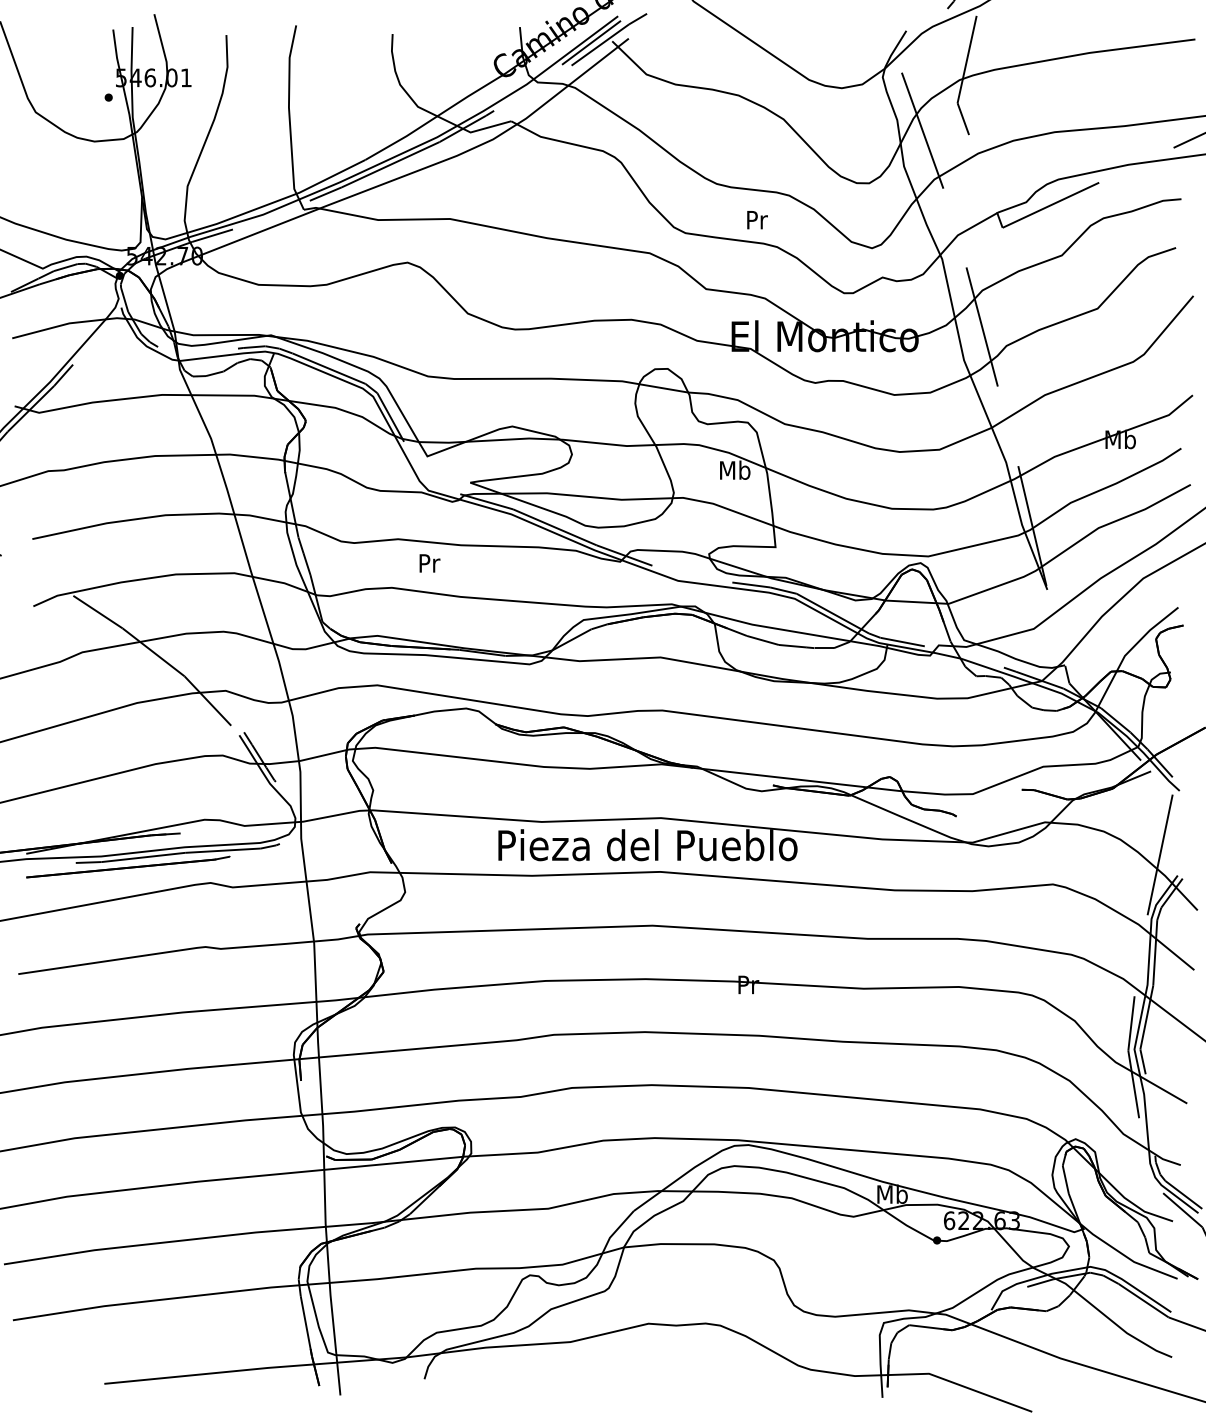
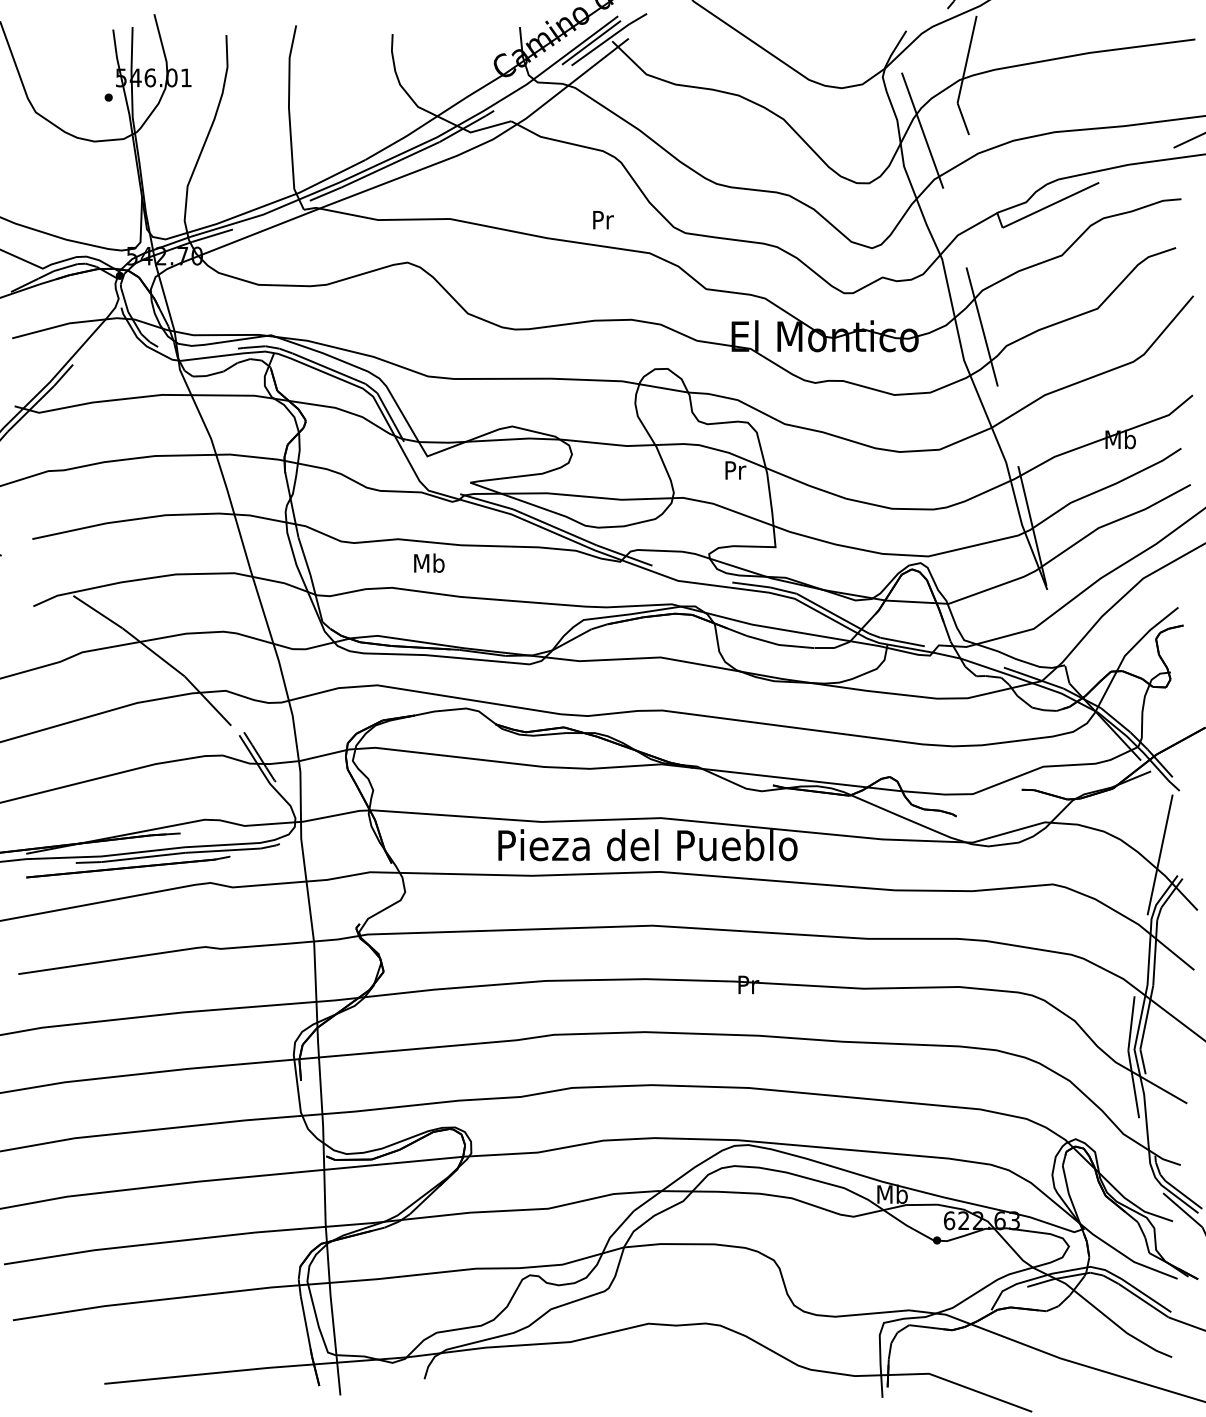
text at (757, 220) position: (757, 220) -> (603, 220)
text at (735, 469): Mb -> Pr
text at (429, 562): Pr -> Mb
